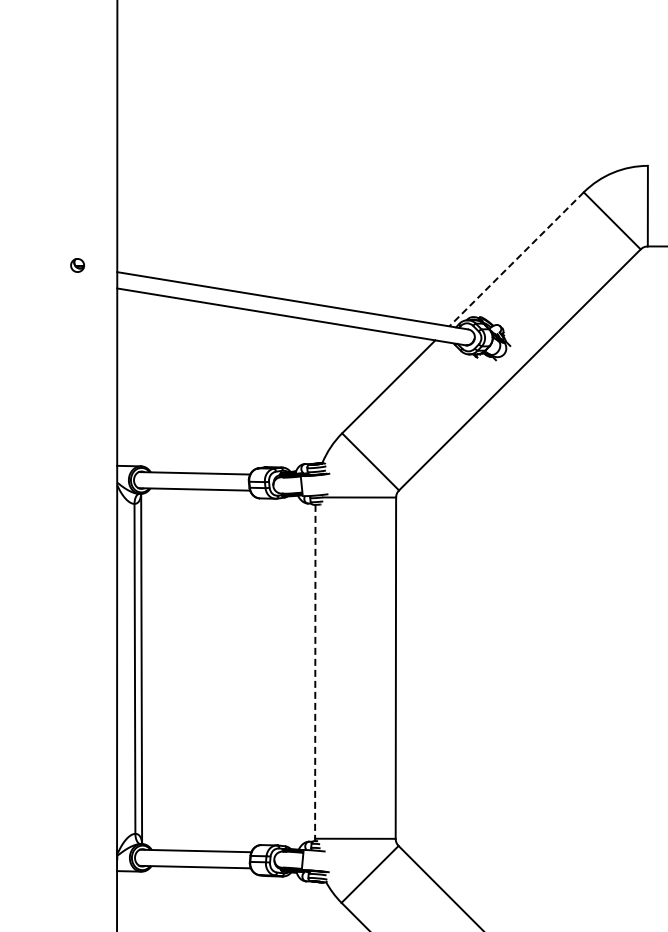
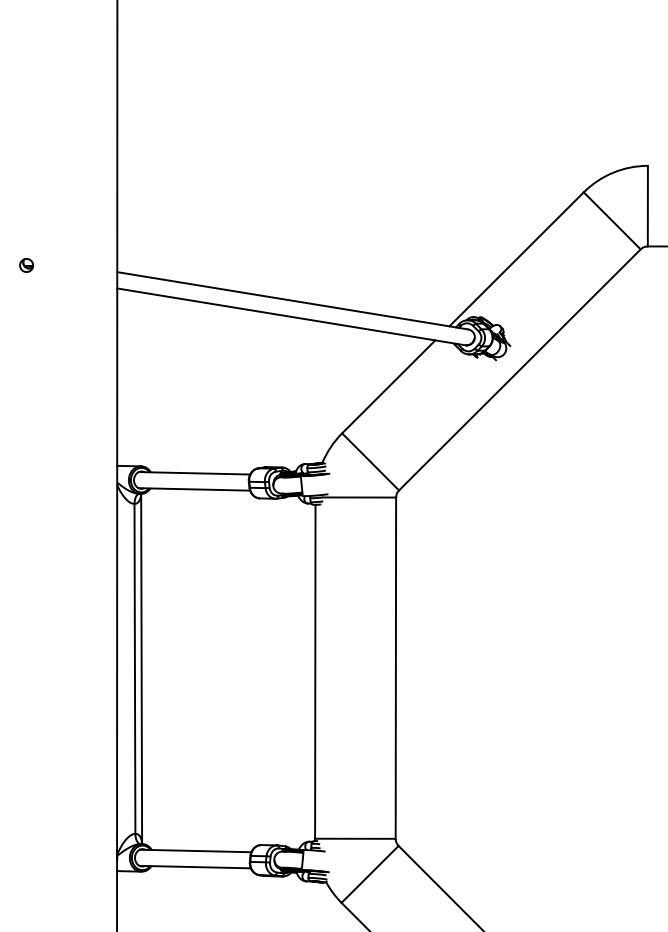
line at (516, 259): dashed -> solid
part at (77, 265) position: (77, 265) -> (26, 265)
line at (315, 671): dashed -> solid
